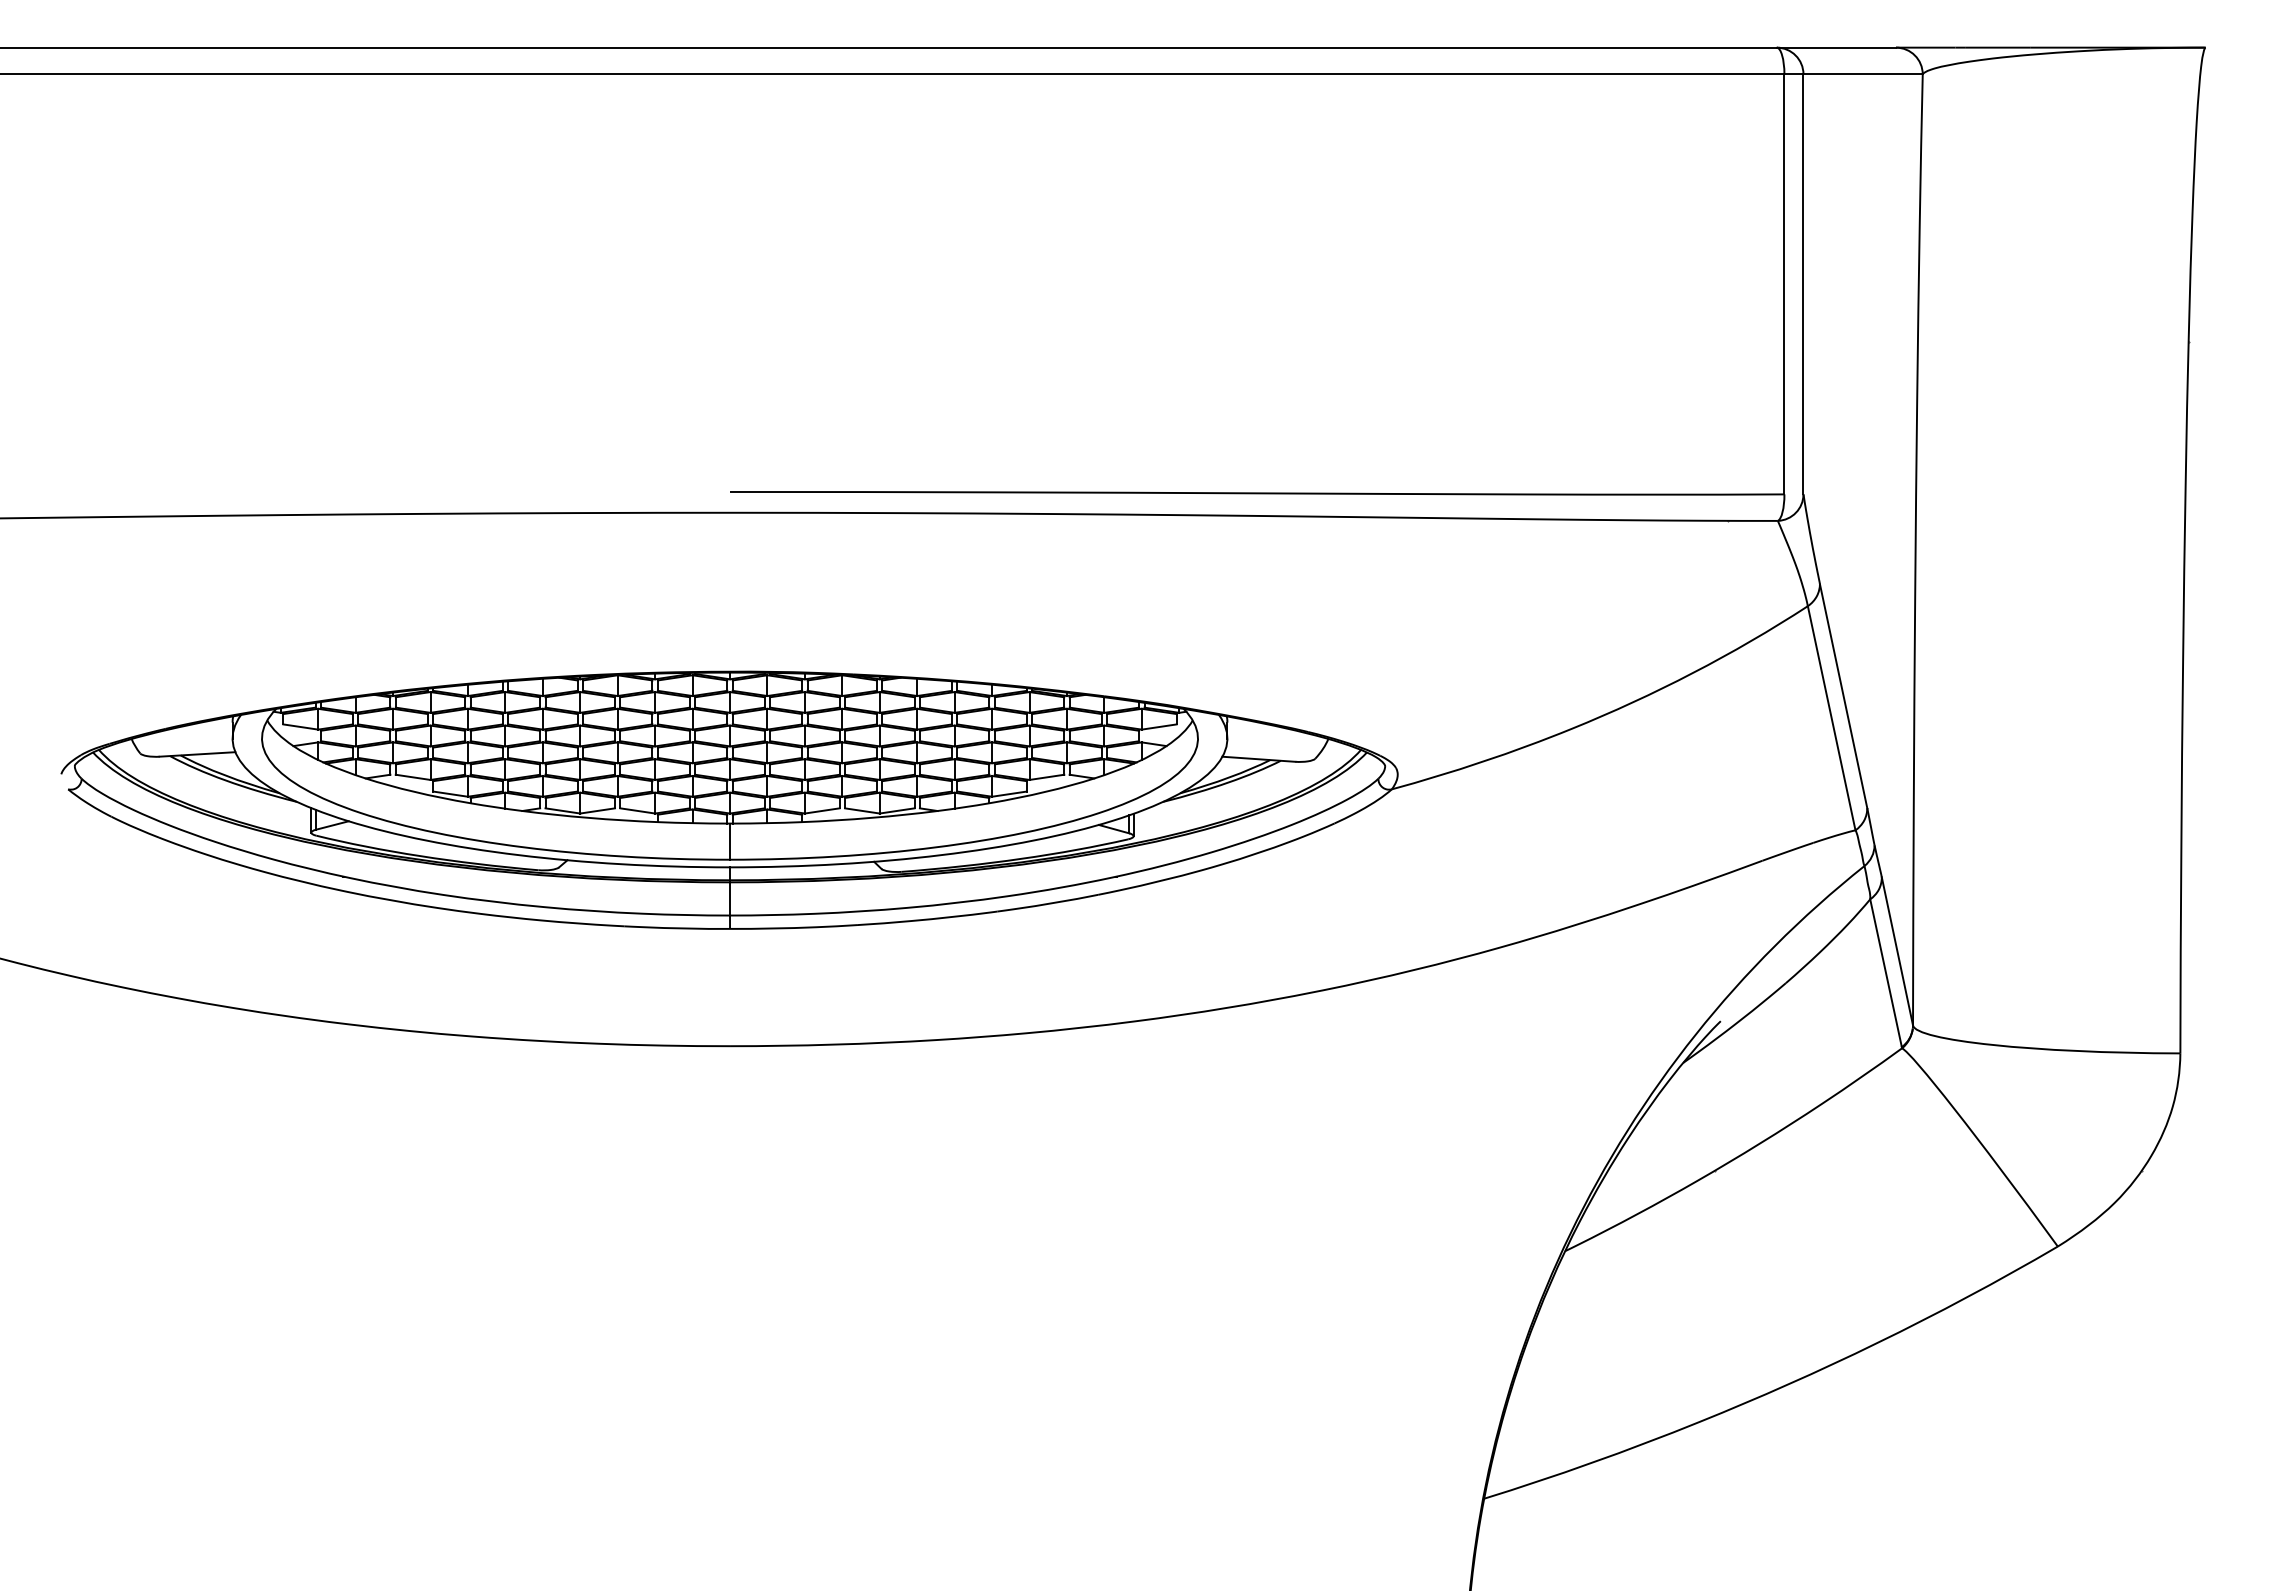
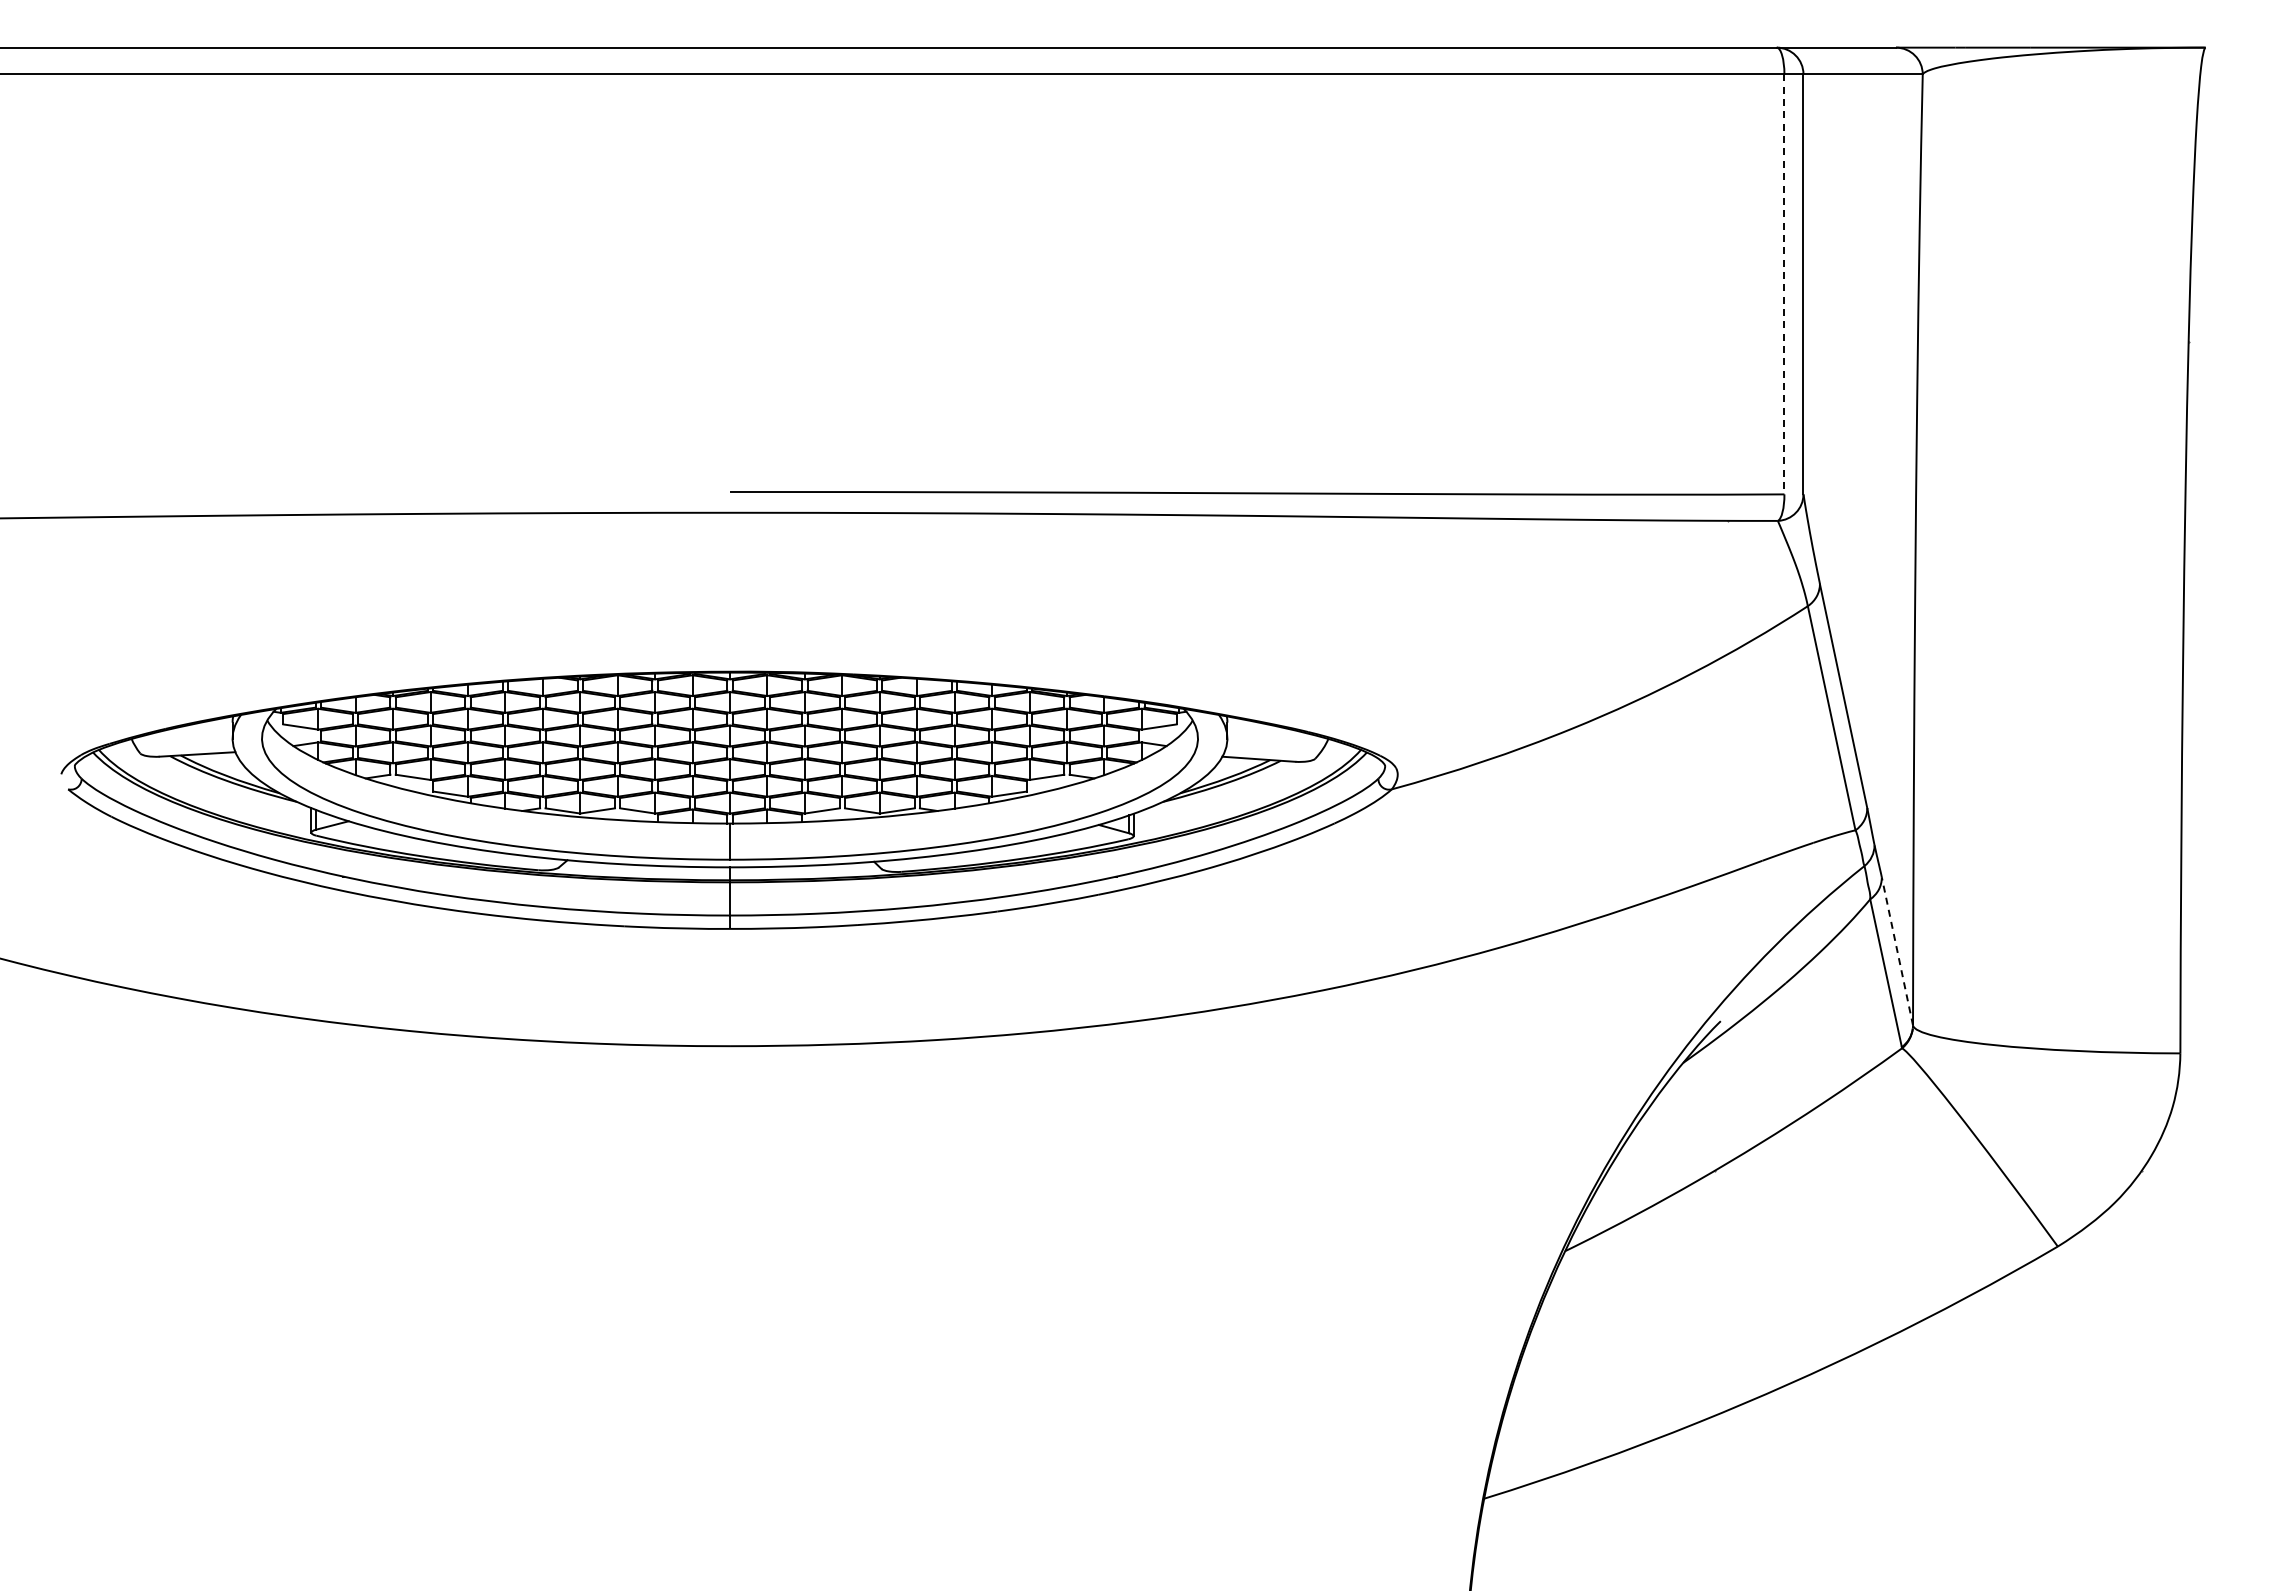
line at (1784, 284): solid -> dashed
line at (1897, 951): solid -> dashed
